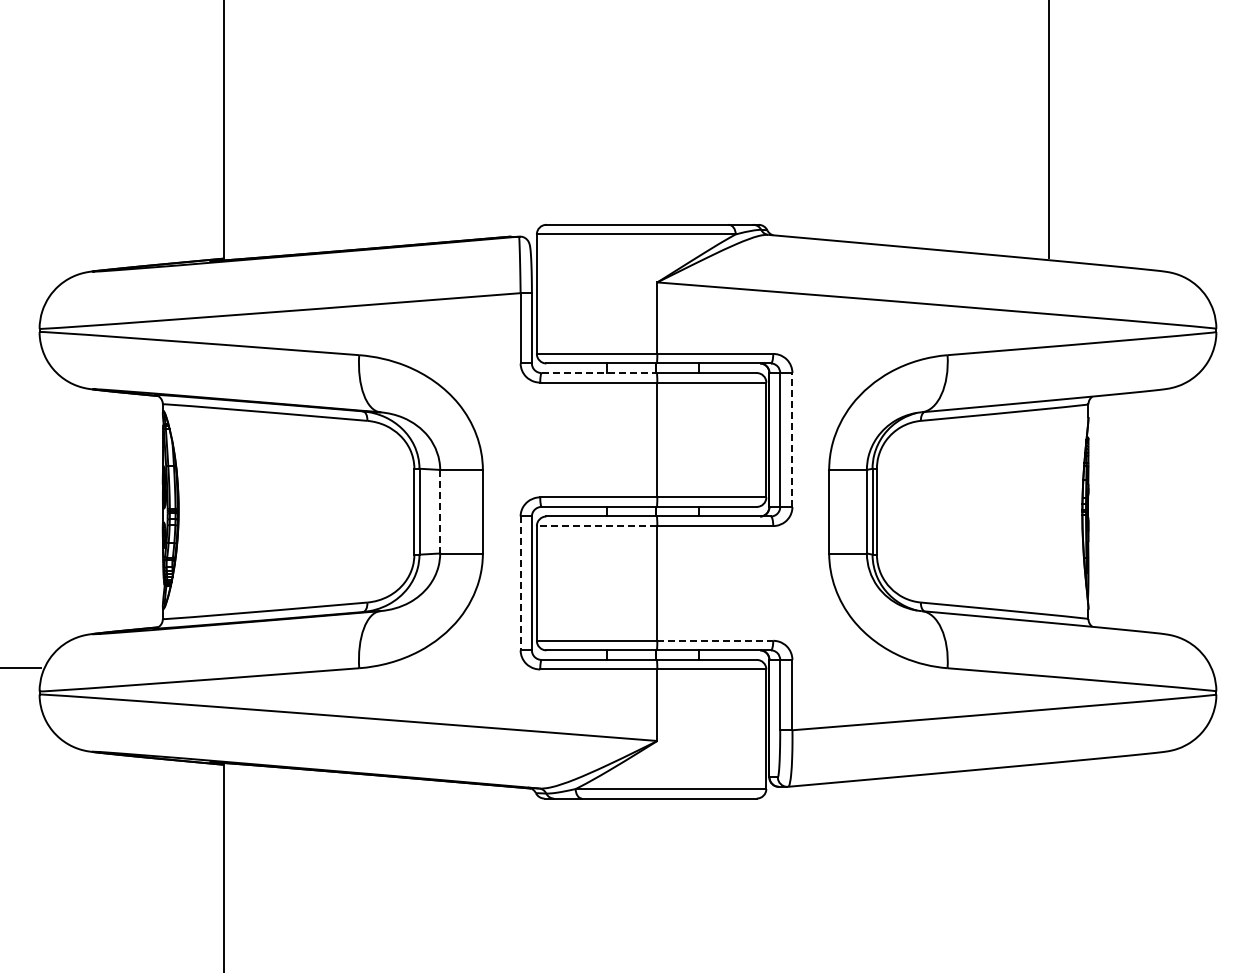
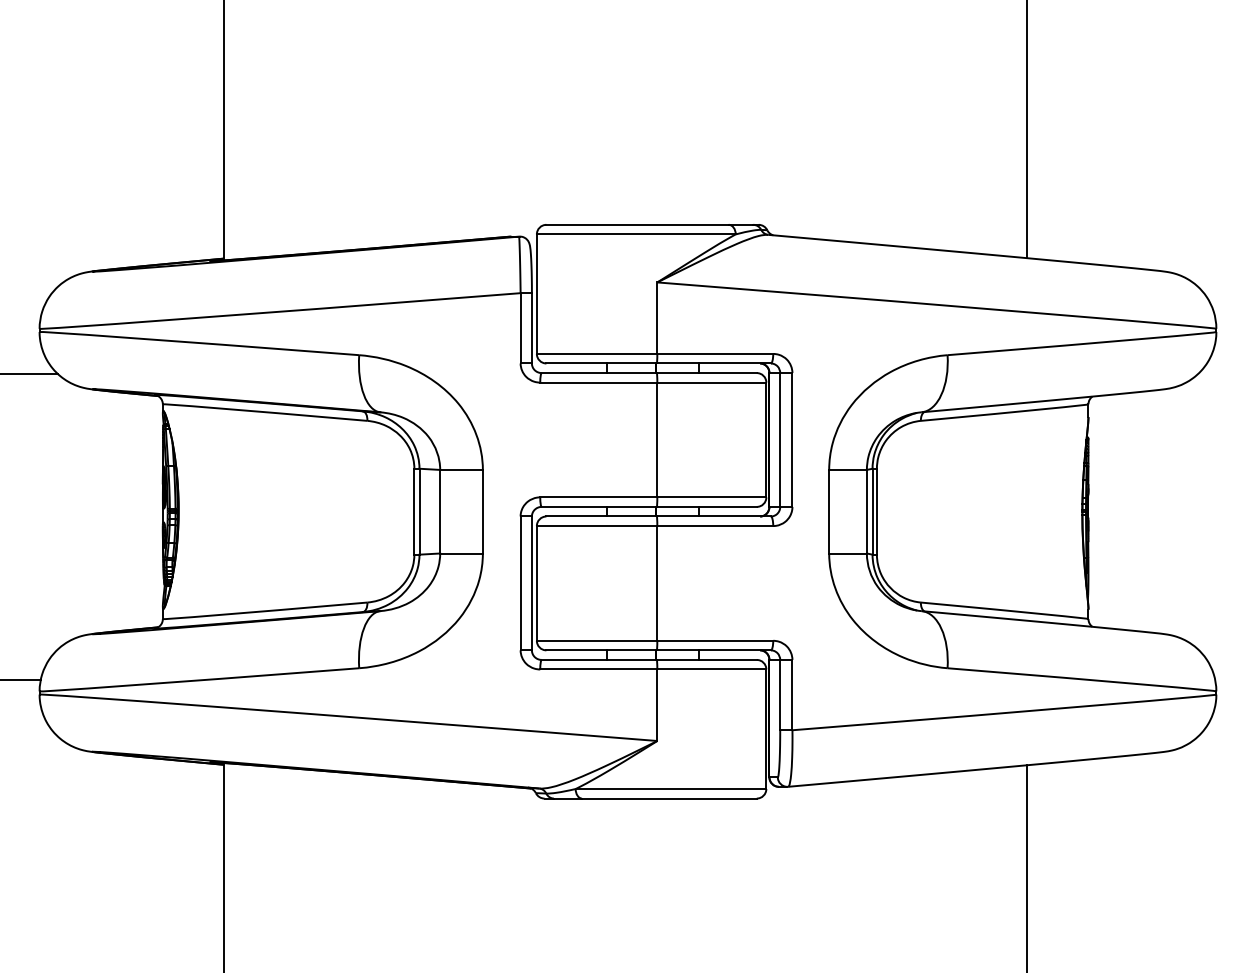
line at (1049, 130) position: (1049, 130) -> (1027, 130)
line at (599, 373): dashed -> solid
line at (30, 374): none -> present
line at (792, 440): dashed -> solid
line at (440, 511): dashed -> solid
line at (596, 526): dashed -> solid
line at (520, 583): dashed -> solid
line at (715, 640): dashed -> solid
line at (21, 668) position: (21, 668) -> (21, 680)
line at (1027, 867): none -> present
